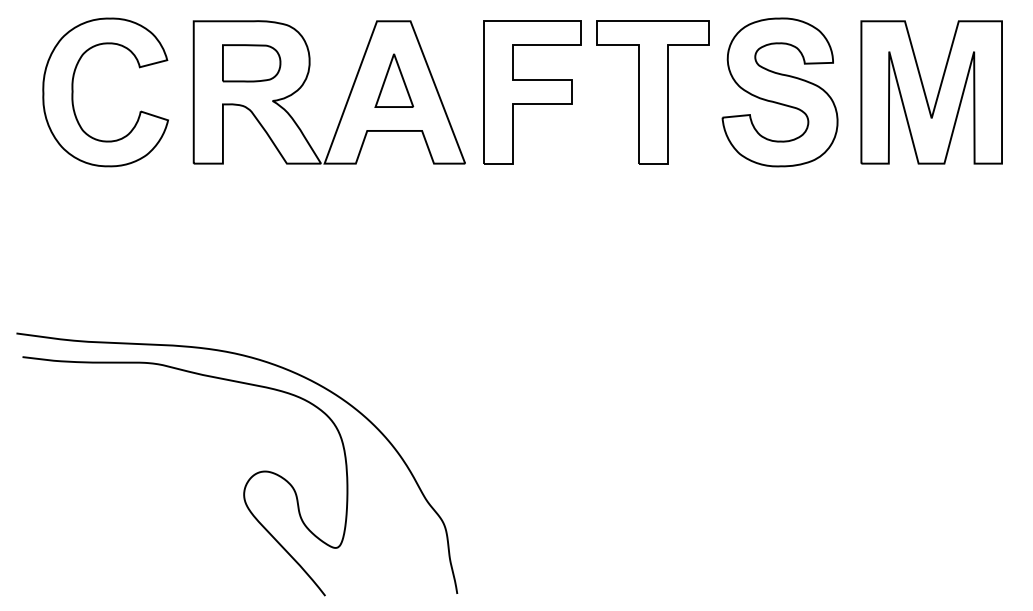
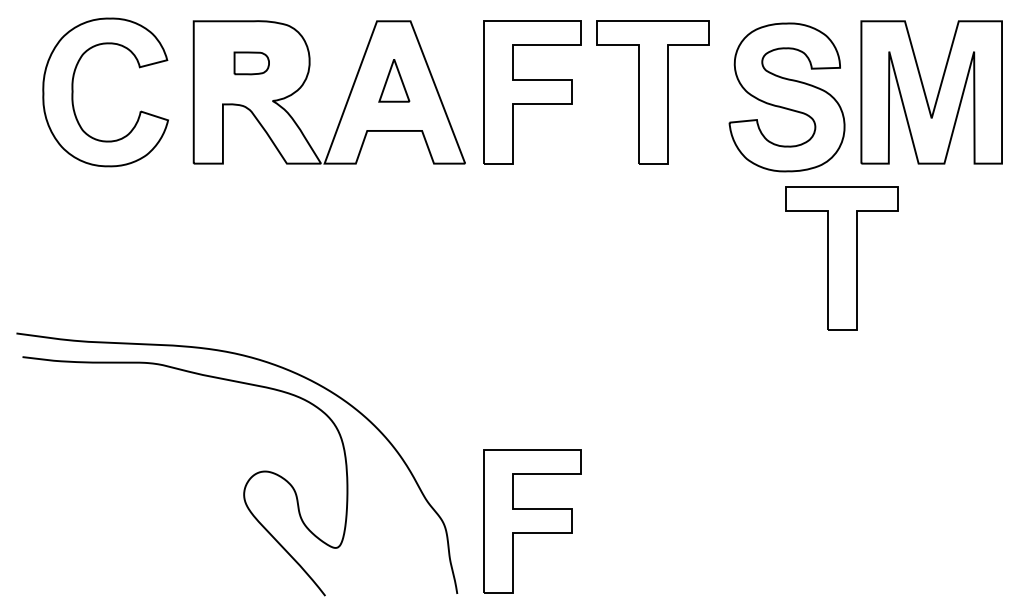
part at (251, 63) size: 60x39 px -> 37x25 px
part at (394, 80) size: 41x55 px -> 33x44 px
part at (779, 92) position: (779, 92) -> (786, 97)
part at (841, 258): none -> present
part at (532, 521): none -> present
